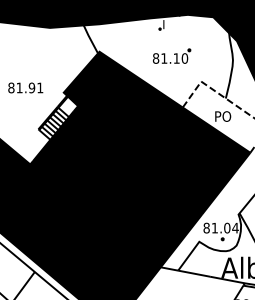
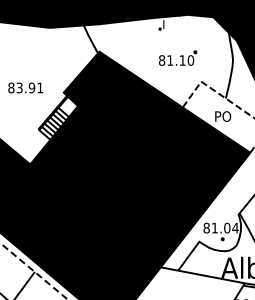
part at (172, 55) position: (172, 55) -> (178, 57)
text at (19, 87): 81.91 -> 83.91
line at (33, 271): solid -> dashed
